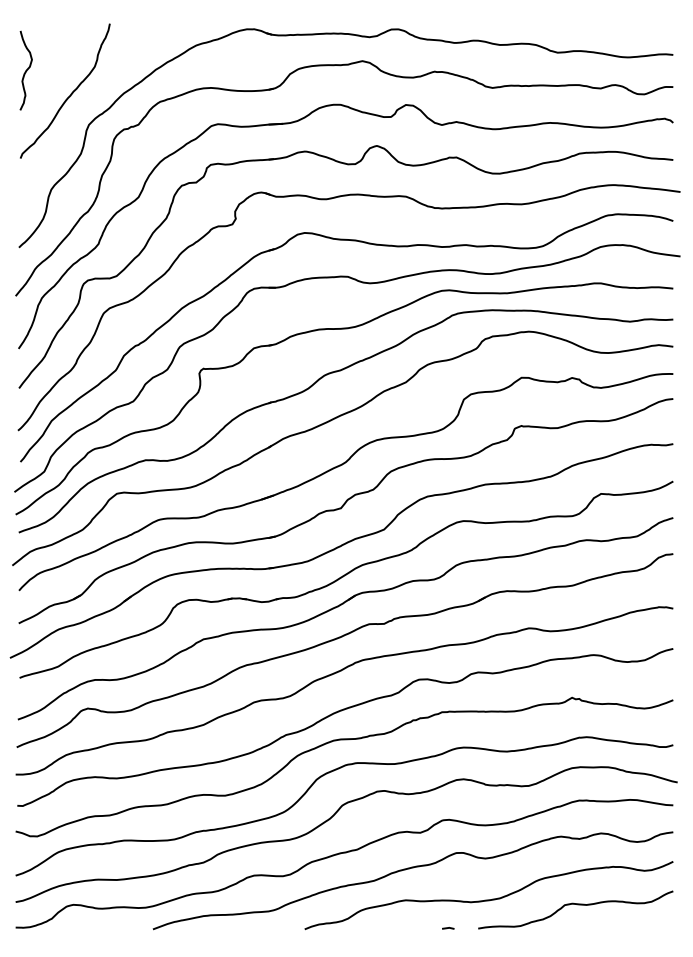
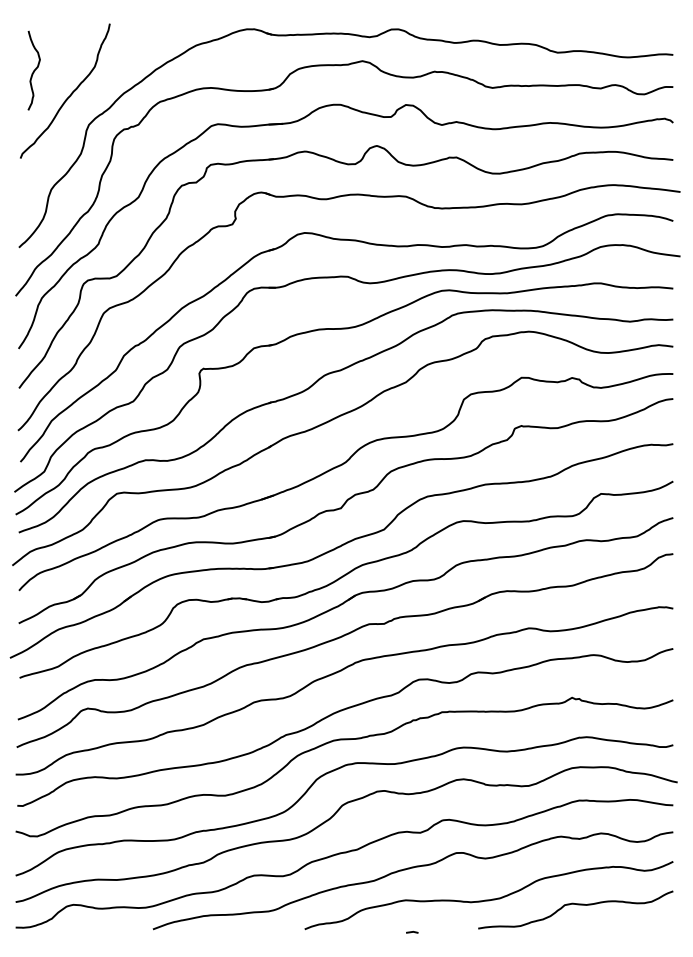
curve at (25, 70) position: (25, 70) -> (33, 70)
line at (448, 928) position: (448, 928) -> (412, 932)
